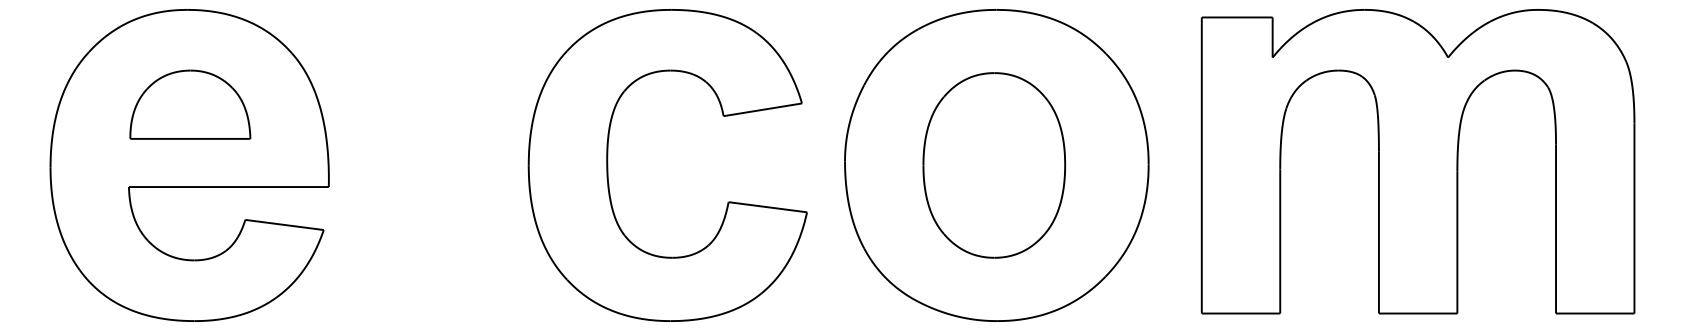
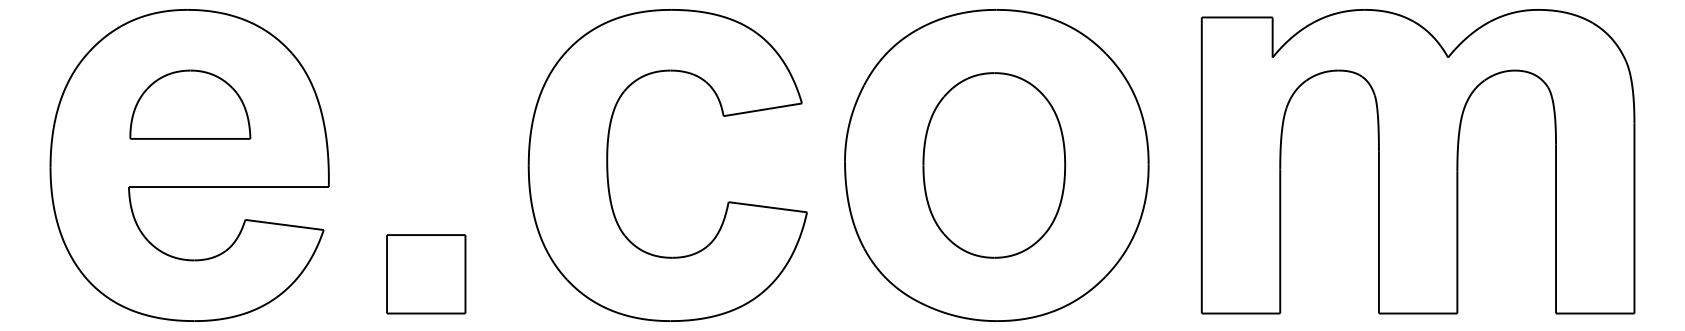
part at (426, 274): none -> present
